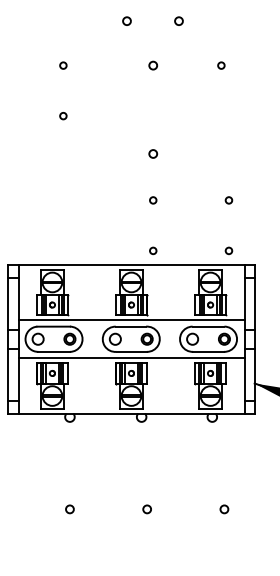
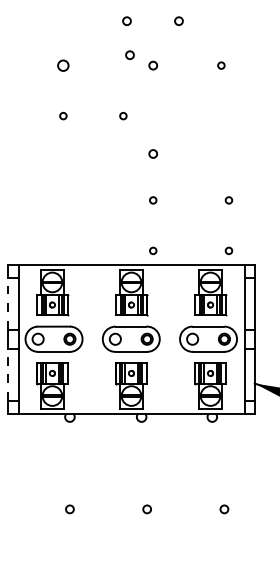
circle at (129, 54): none -> present
circle at (63, 65) size: 9x9 px -> 13x13 px
circle at (123, 116): none -> present
line at (8, 303): solid -> dashed
line at (131, 320): present -> none
line at (131, 358): present -> none
line at (8, 374): solid -> dashed
